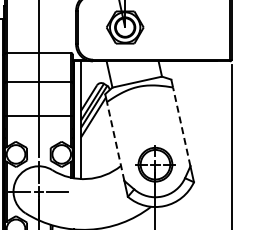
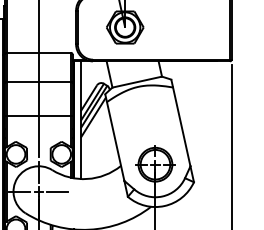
line at (181, 126): dashed -> solid
line at (115, 141): dashed -> solid
